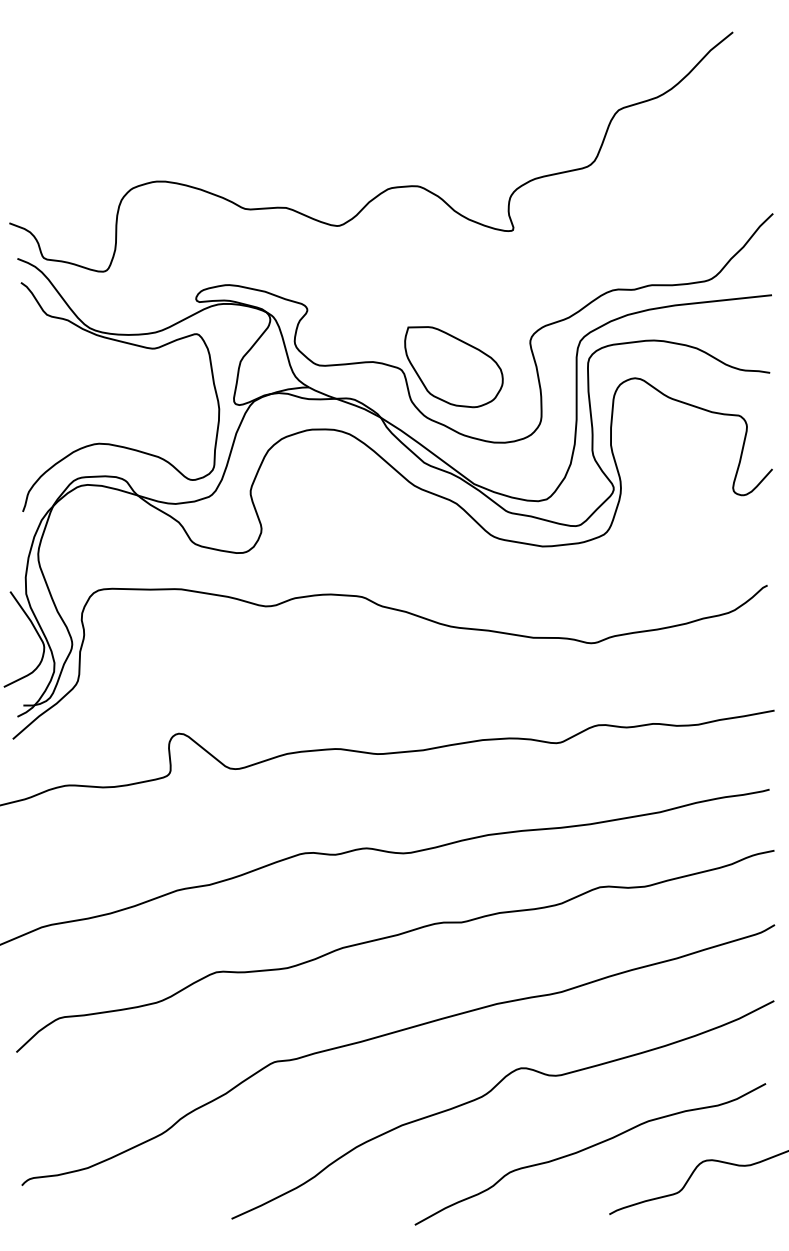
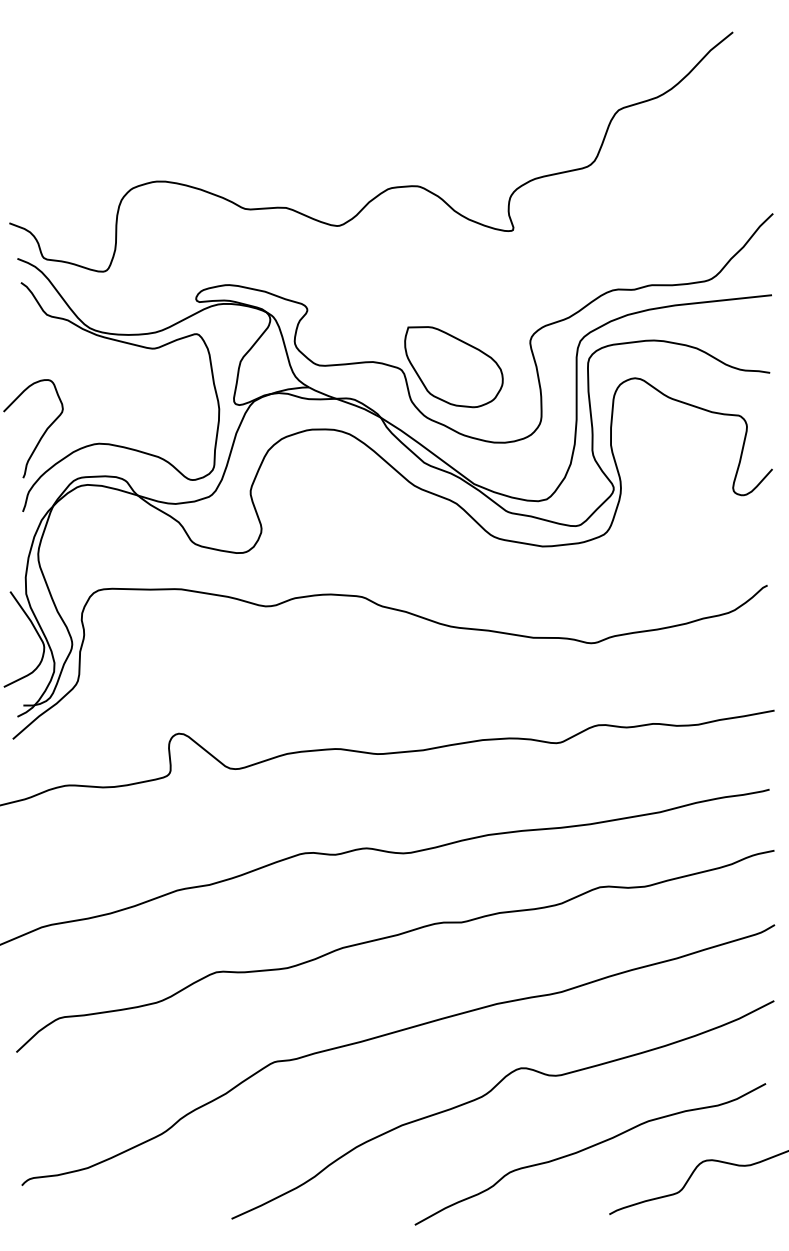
curve at (41, 435): none -> present
